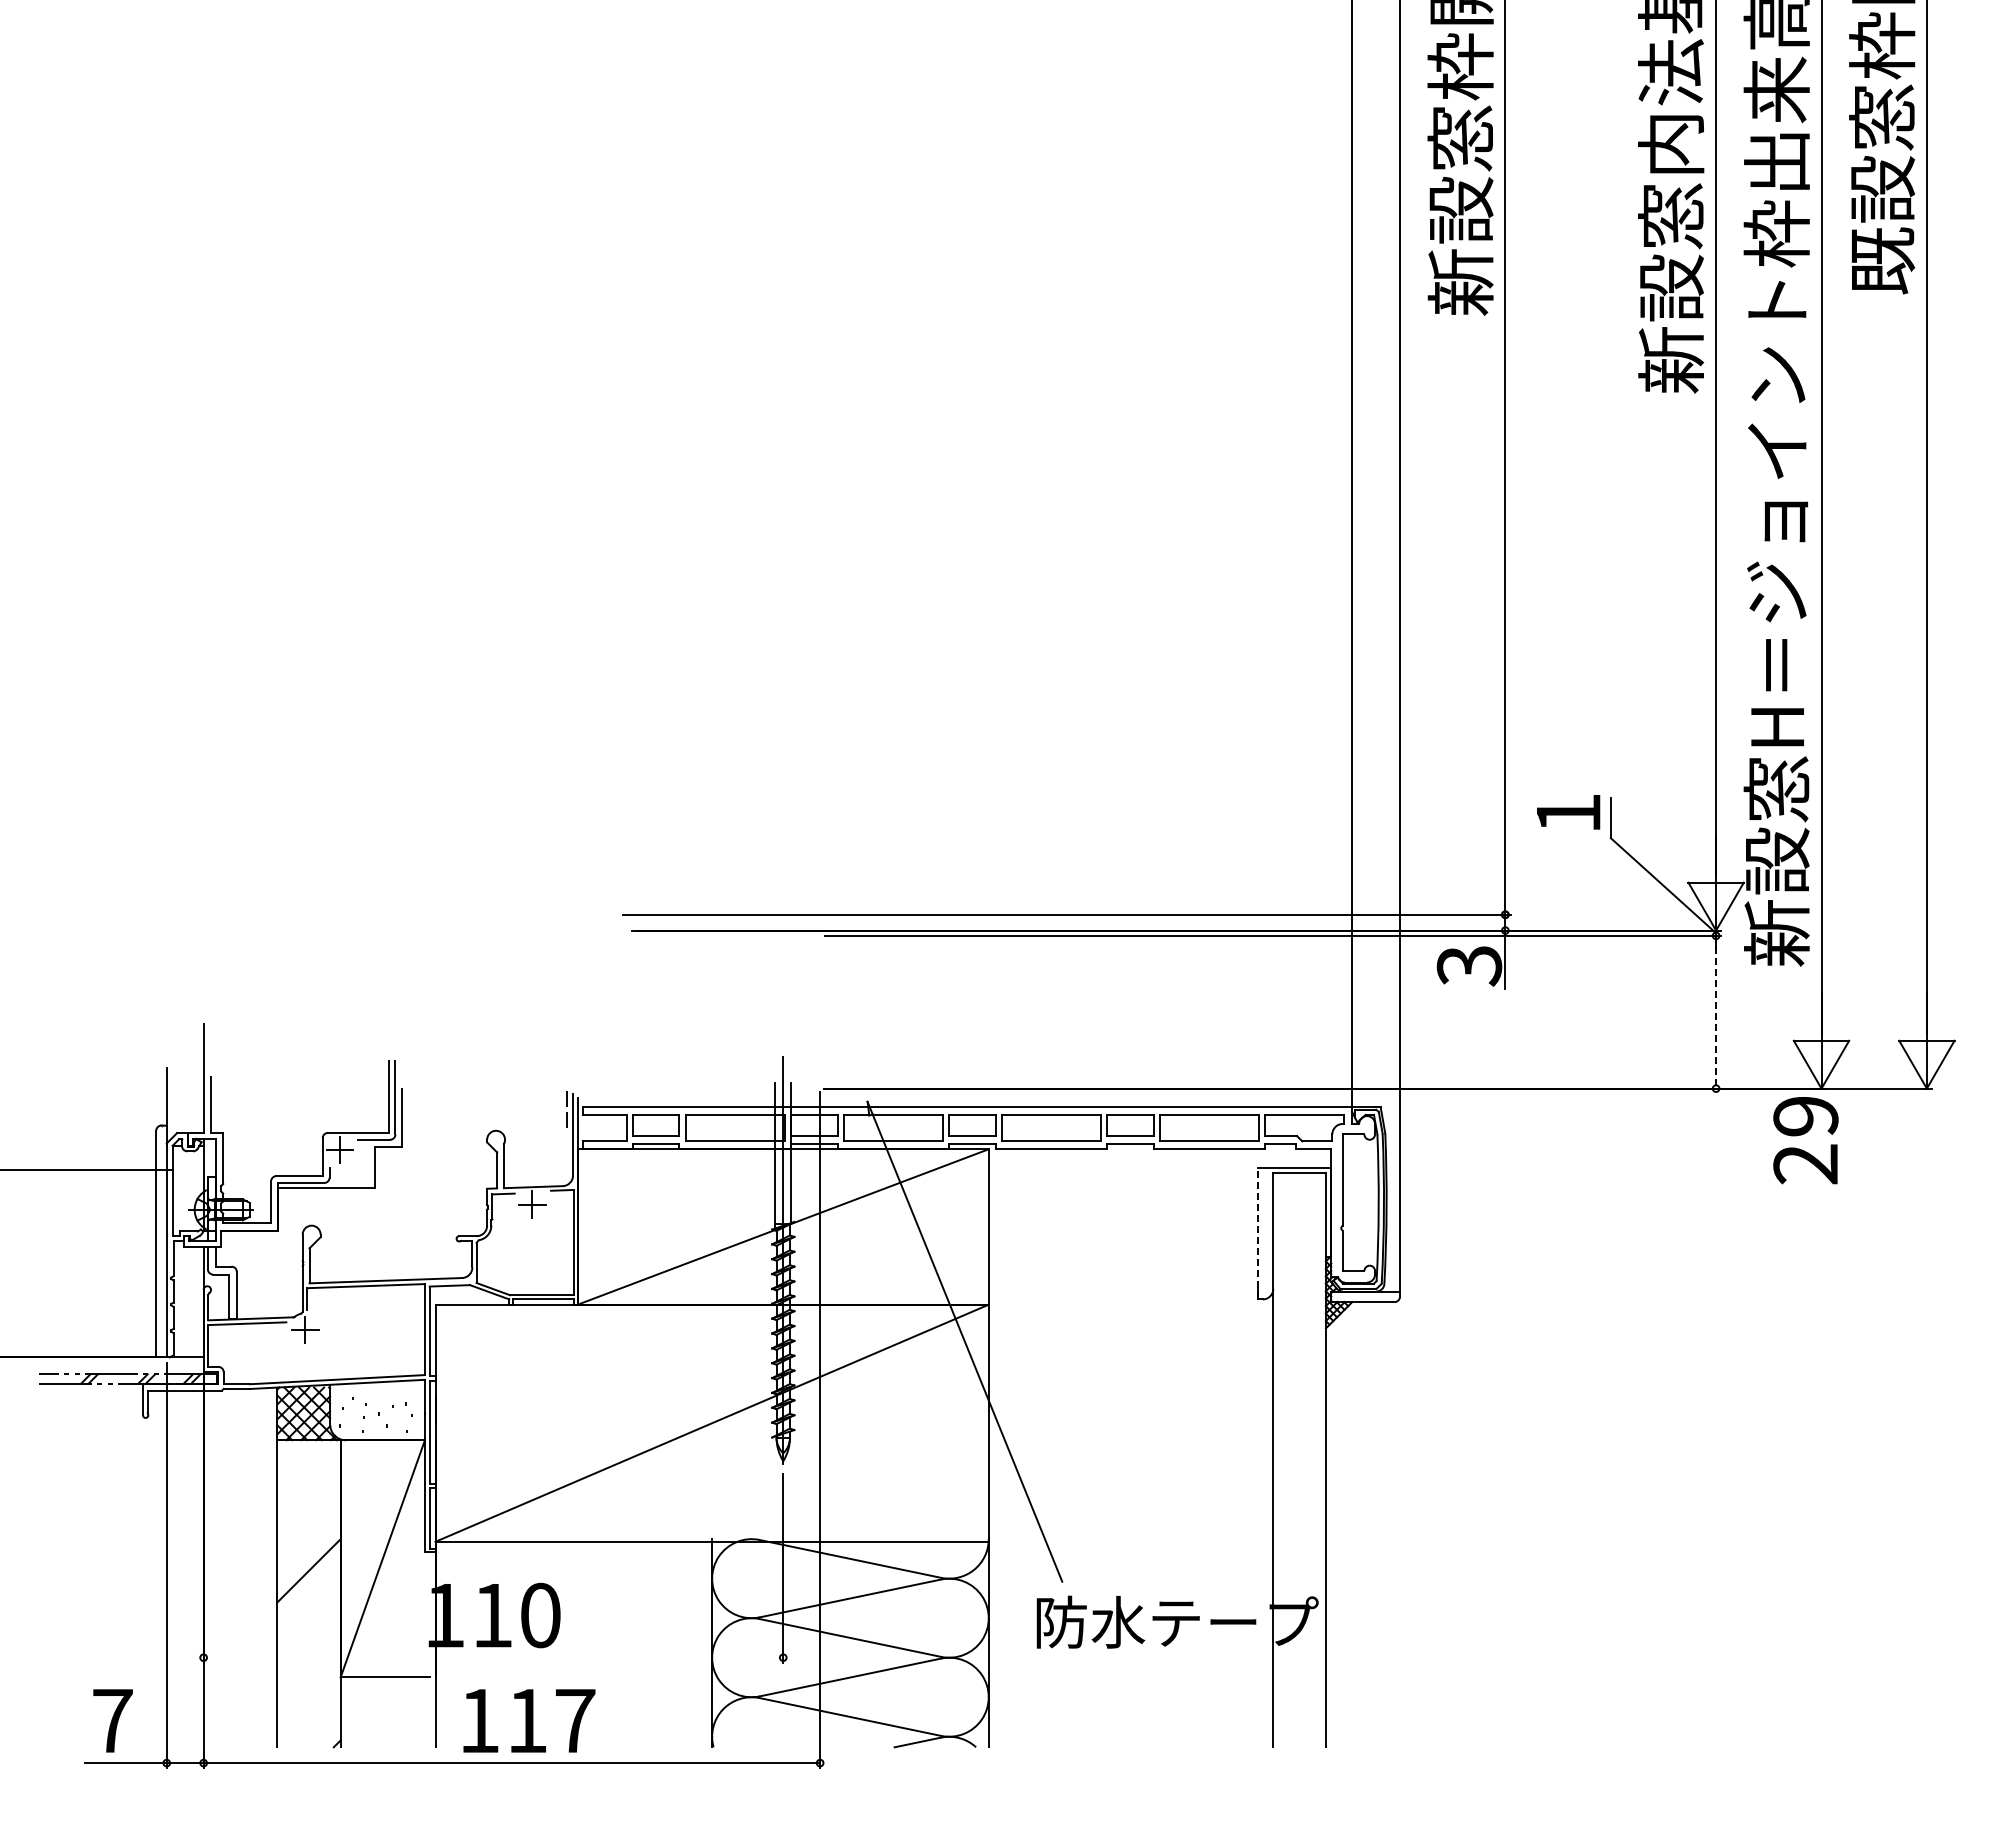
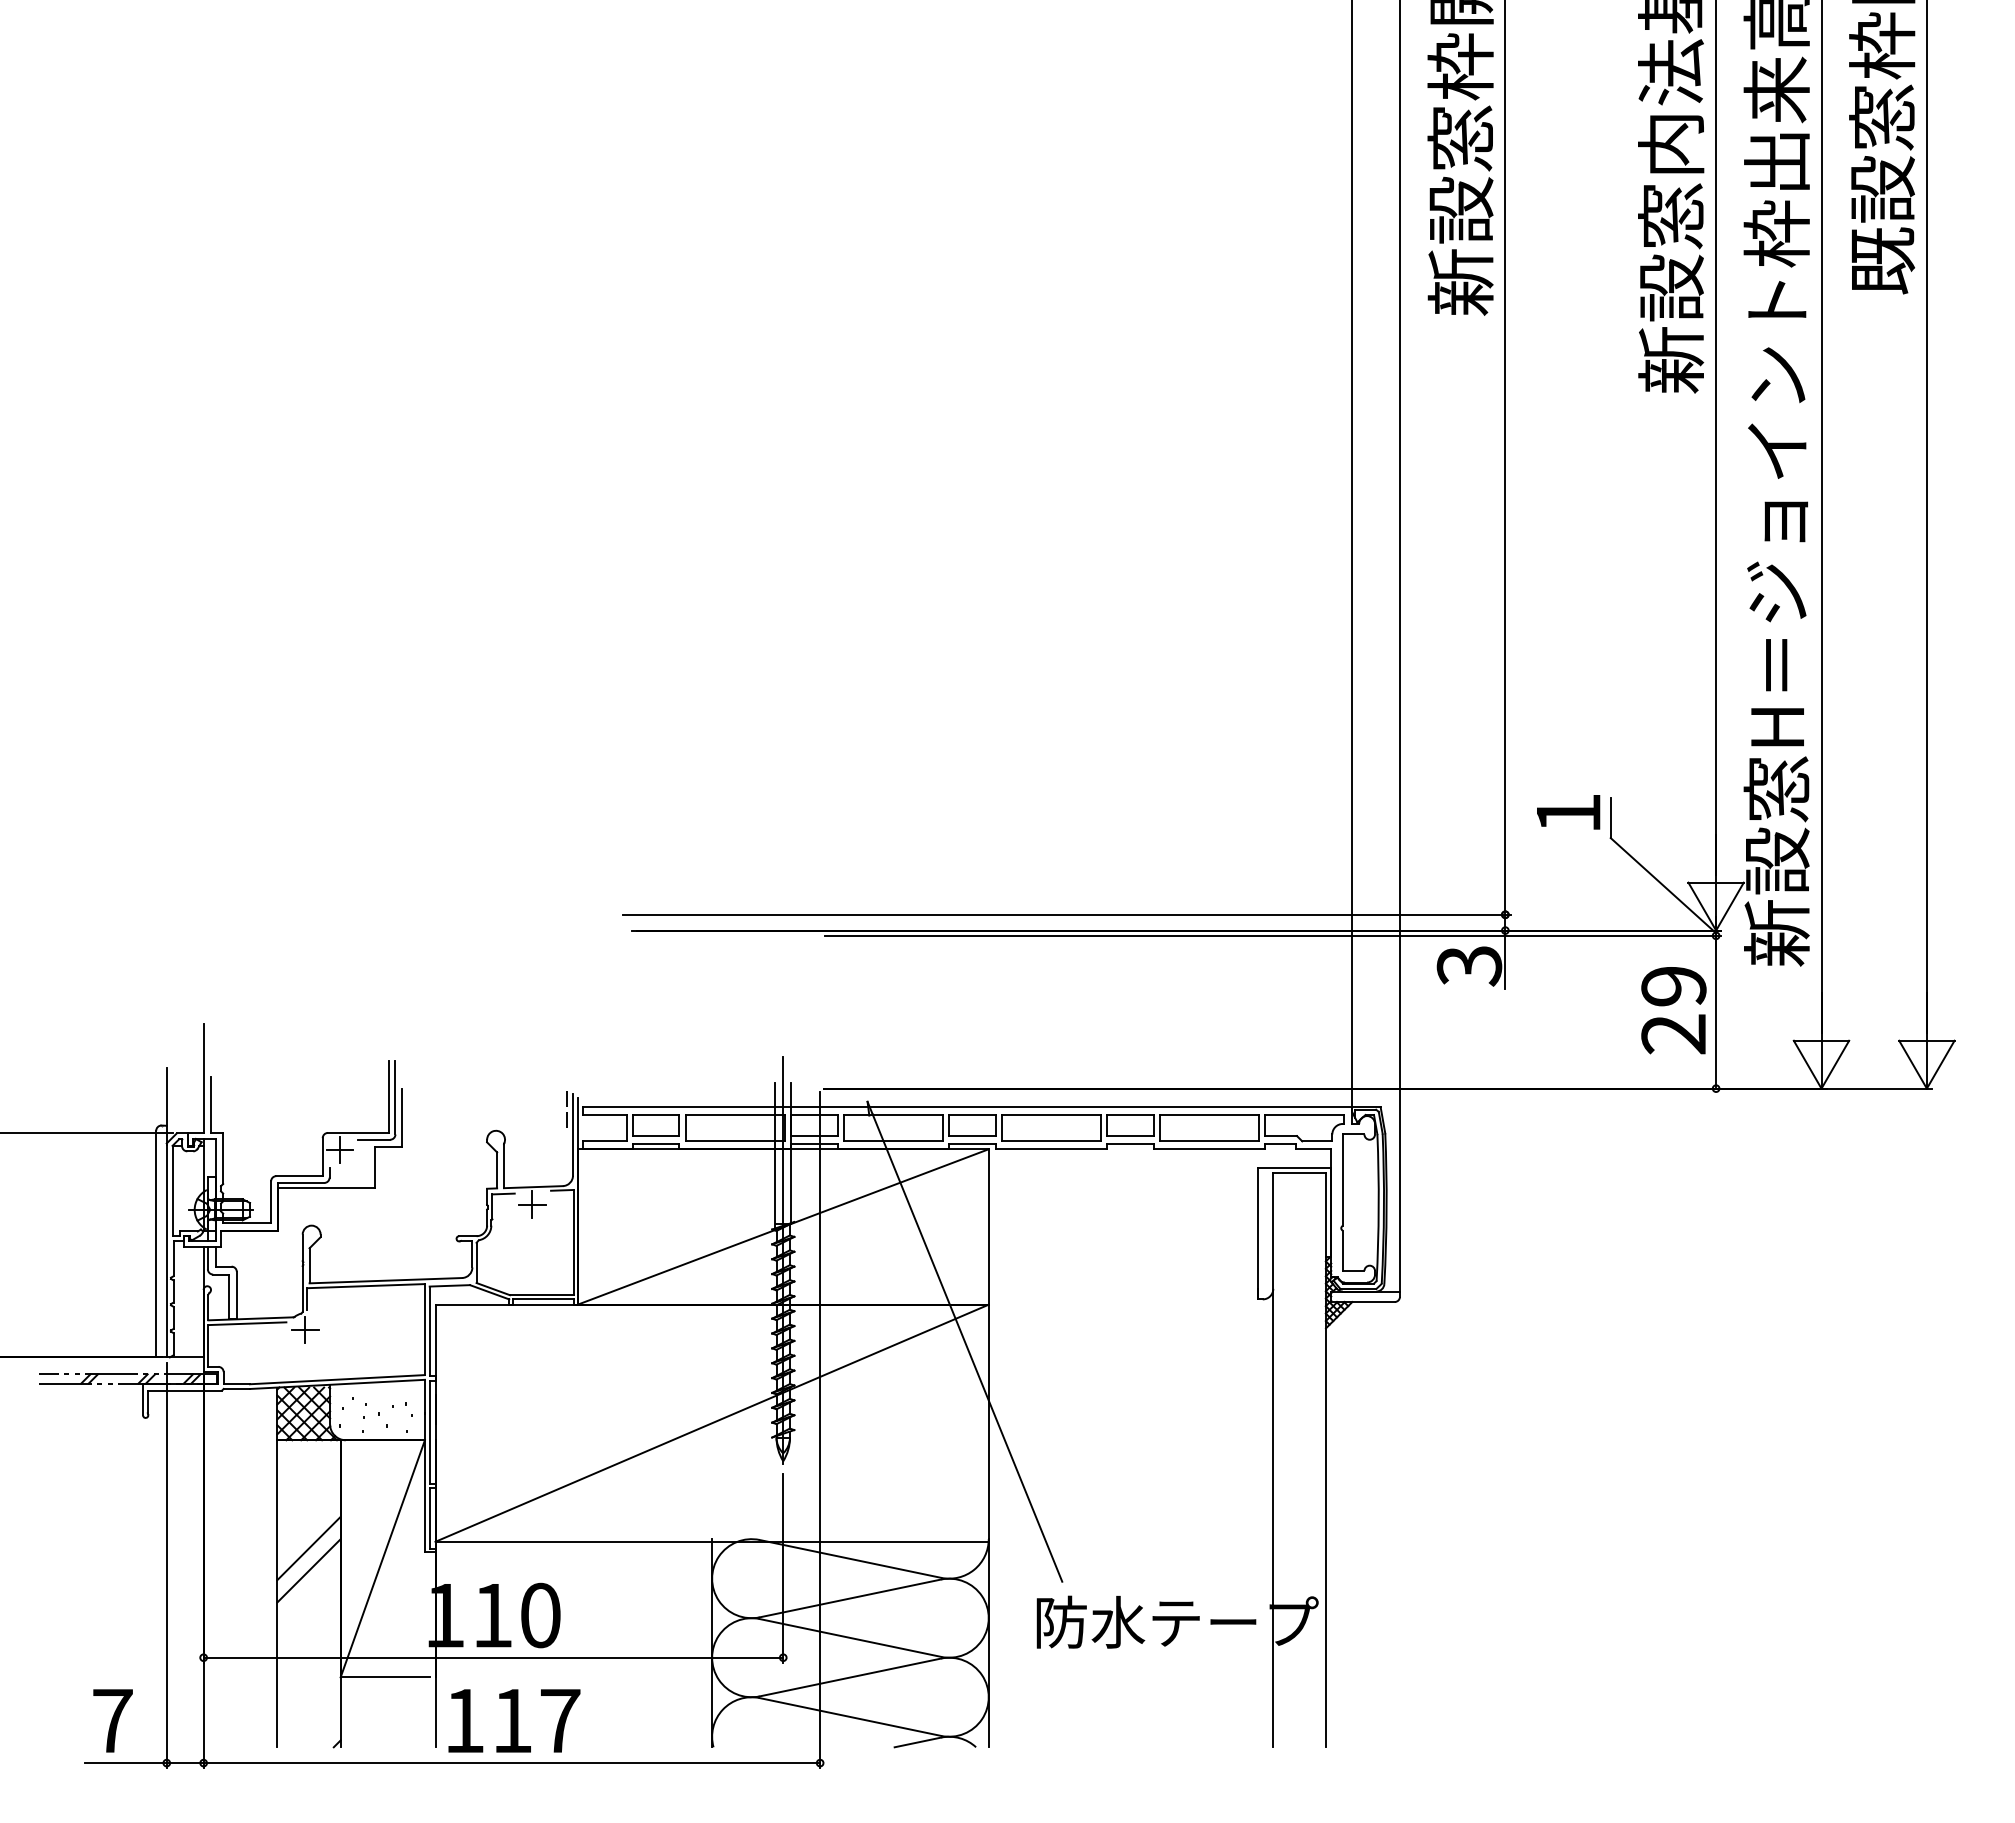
line at (1716, 1012): dashed -> solid
text at (1805, 1140) position: (1805, 1140) -> (1673, 1010)
line at (87, 1170) position: (87, 1170) -> (87, 1133)
line at (1257, 1233): dashed -> solid
line at (308, 1548): none -> present
line at (493, 1657): none -> present
text at (529, 1720) position: (529, 1720) -> (514, 1720)
